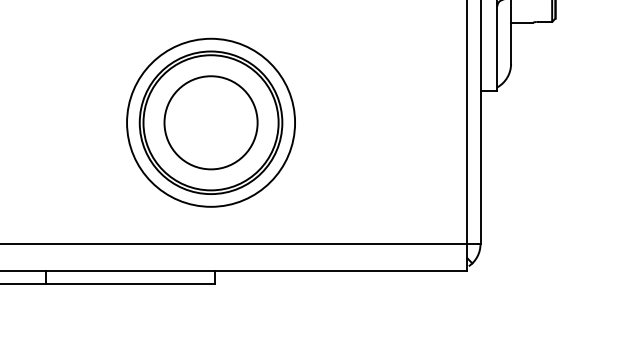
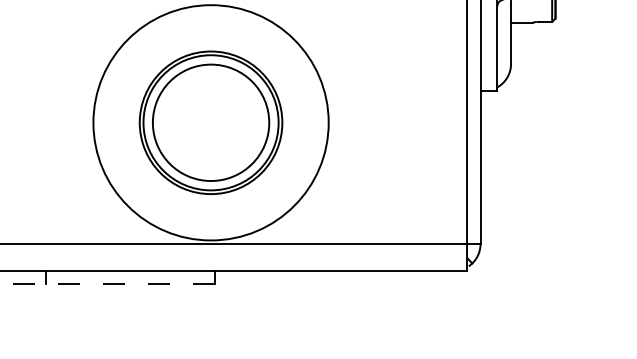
circle at (210, 122) diameter: 93 px -> 116 px
circle at (211, 122) diameter: 168 px -> 235 px
line at (107, 284): solid -> dashed
